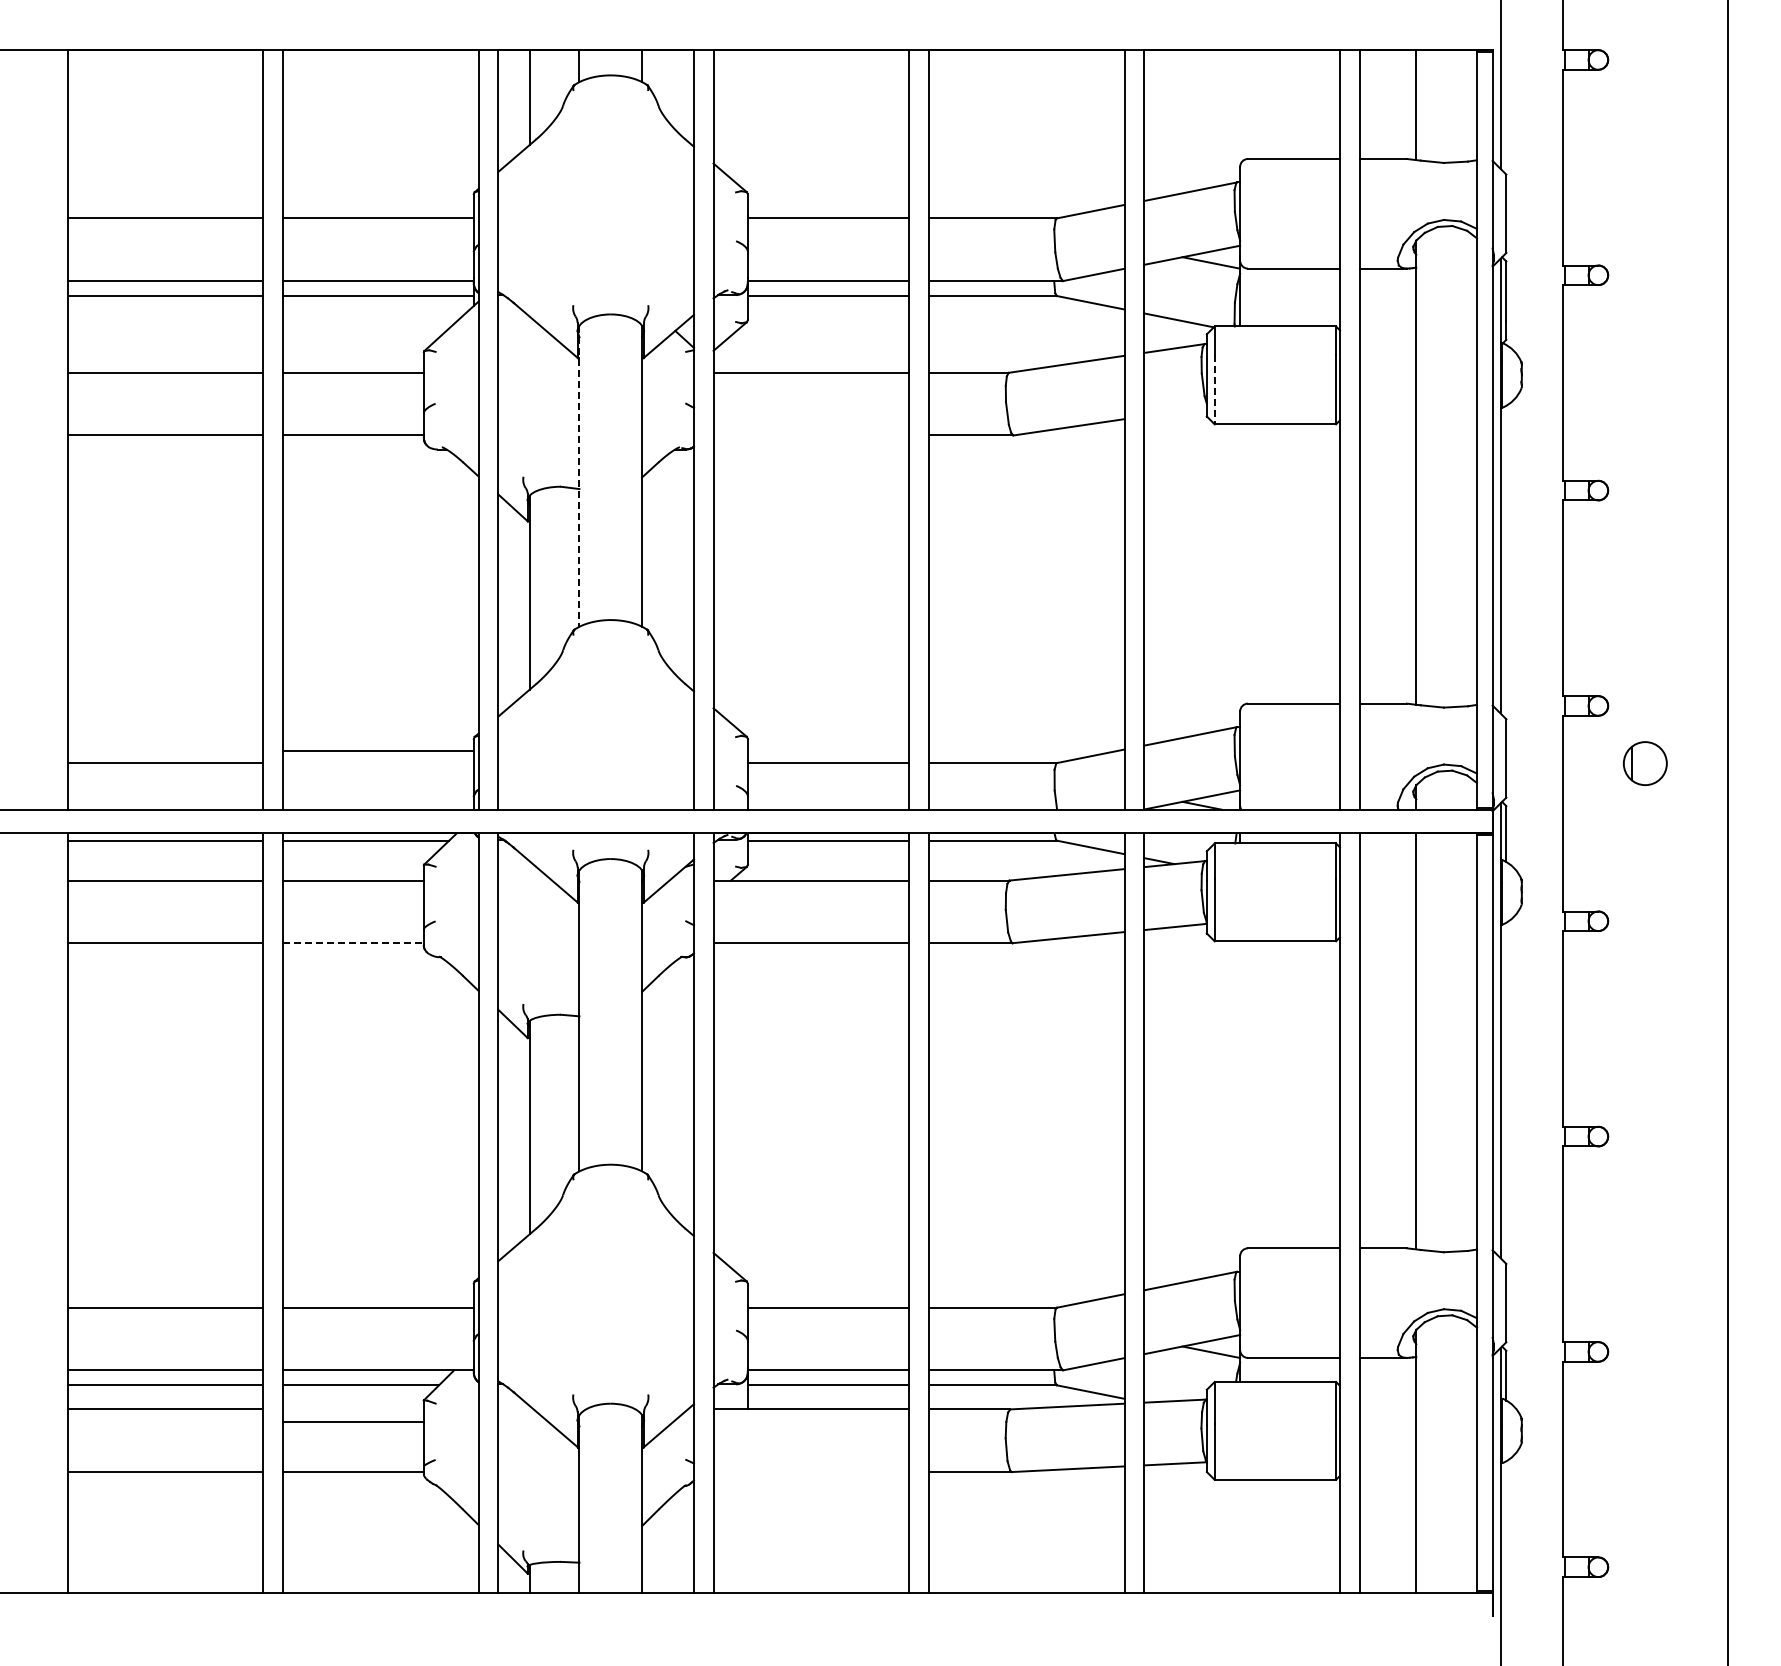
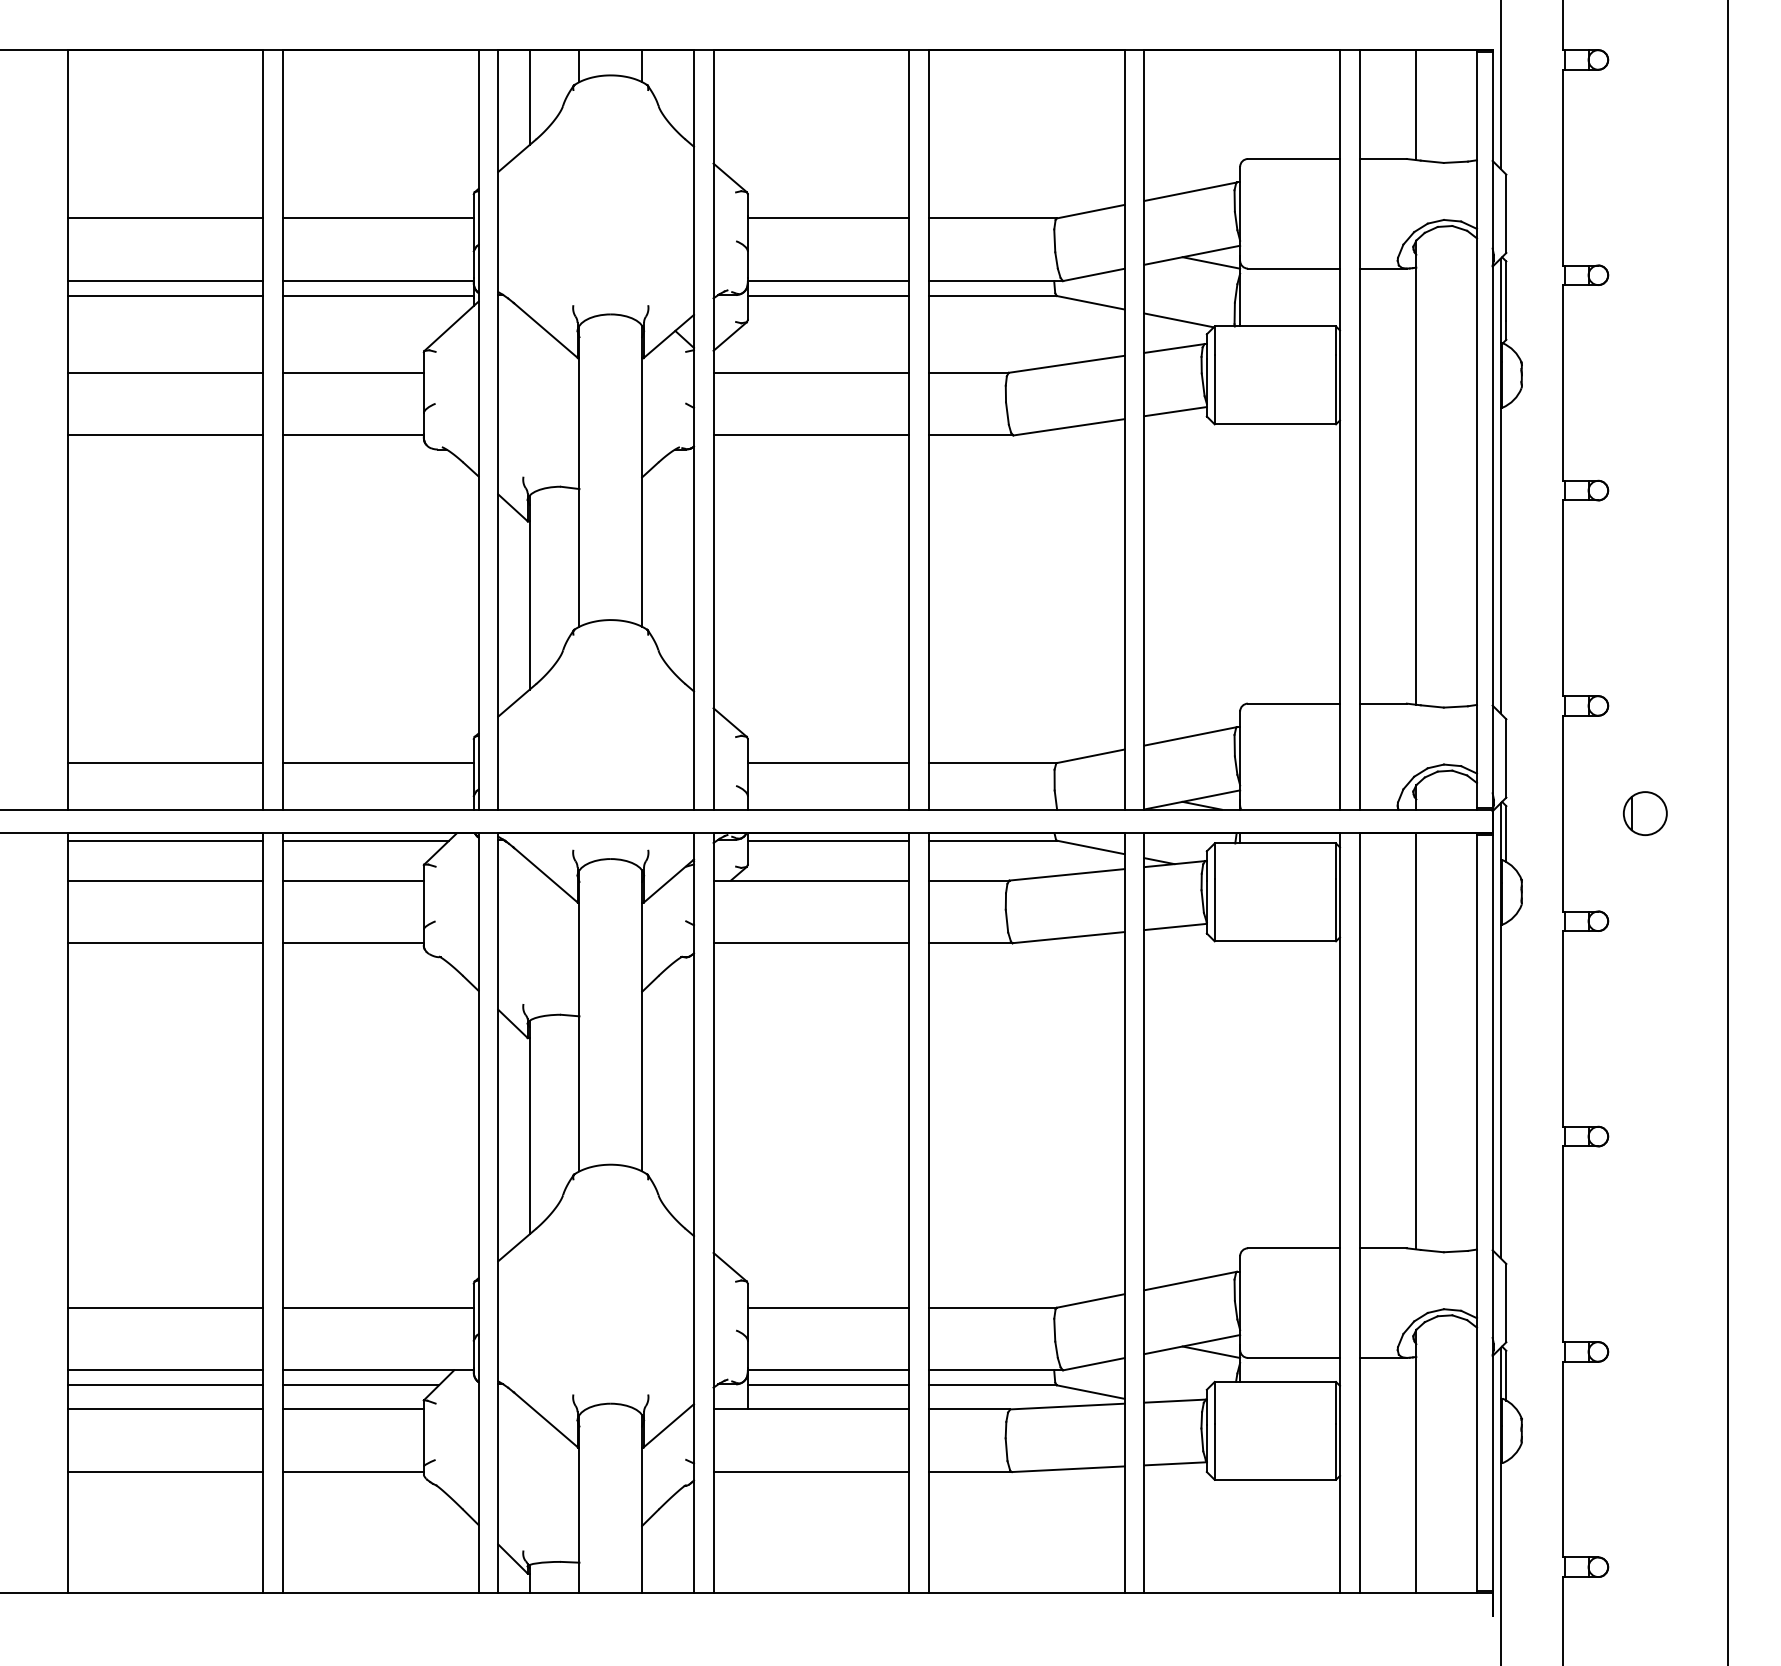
line at (1214, 389): dashed -> solid
line at (1175, 411): none -> present
line at (811, 435): none -> present
line at (579, 476): dashed -> solid
line at (377, 751) position: (377, 751) -> (377, 763)
part at (1644, 763) position: (1644, 763) -> (1644, 813)
line at (353, 943): dashed -> solid
line at (352, 1422) position: (352, 1422) -> (352, 1409)
line at (811, 1472): none -> present
